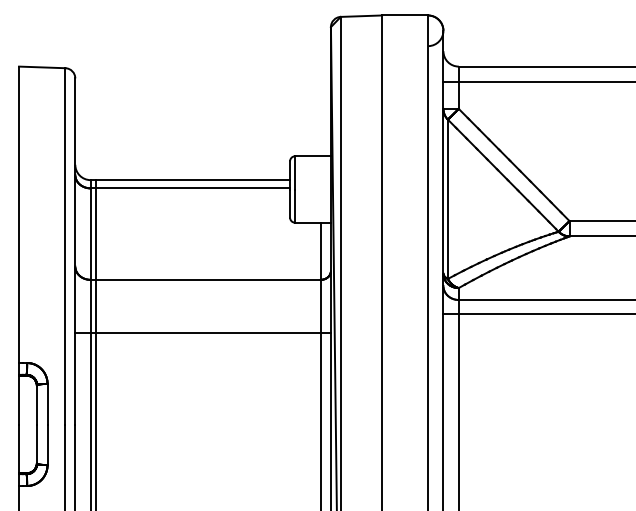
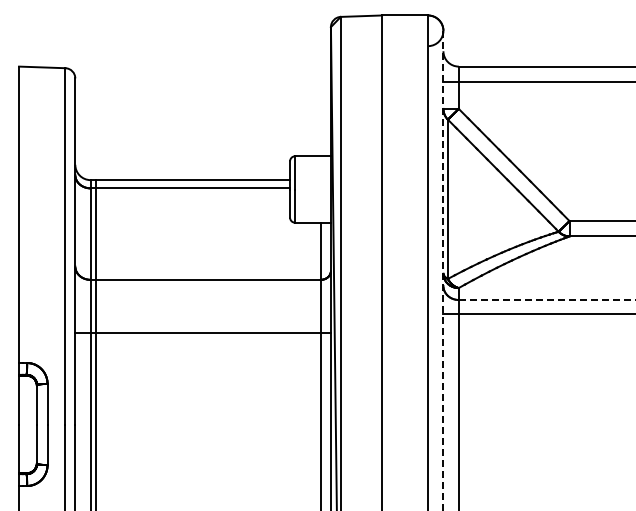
line at (443, 270): solid -> dashed
line at (547, 299): solid -> dashed
